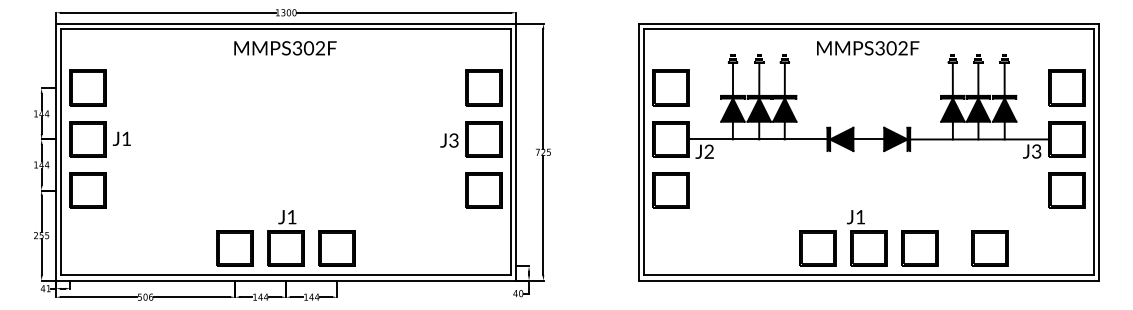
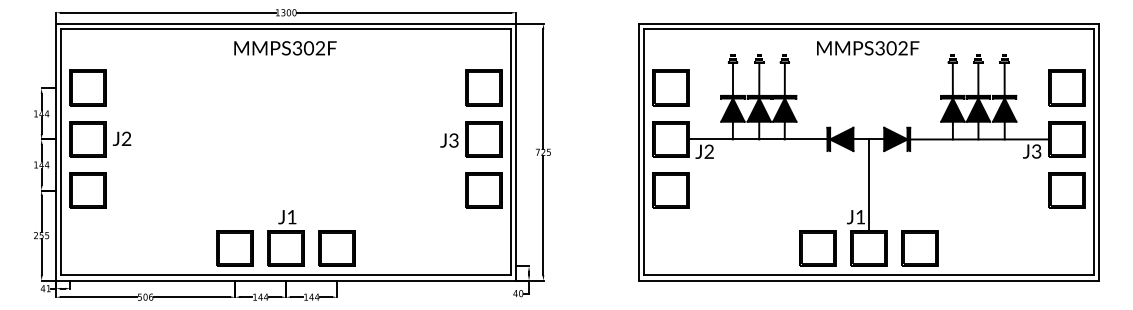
text at (126, 138): J1 -> J2
line at (868, 184): none -> present
part at (989, 248): present -> none
